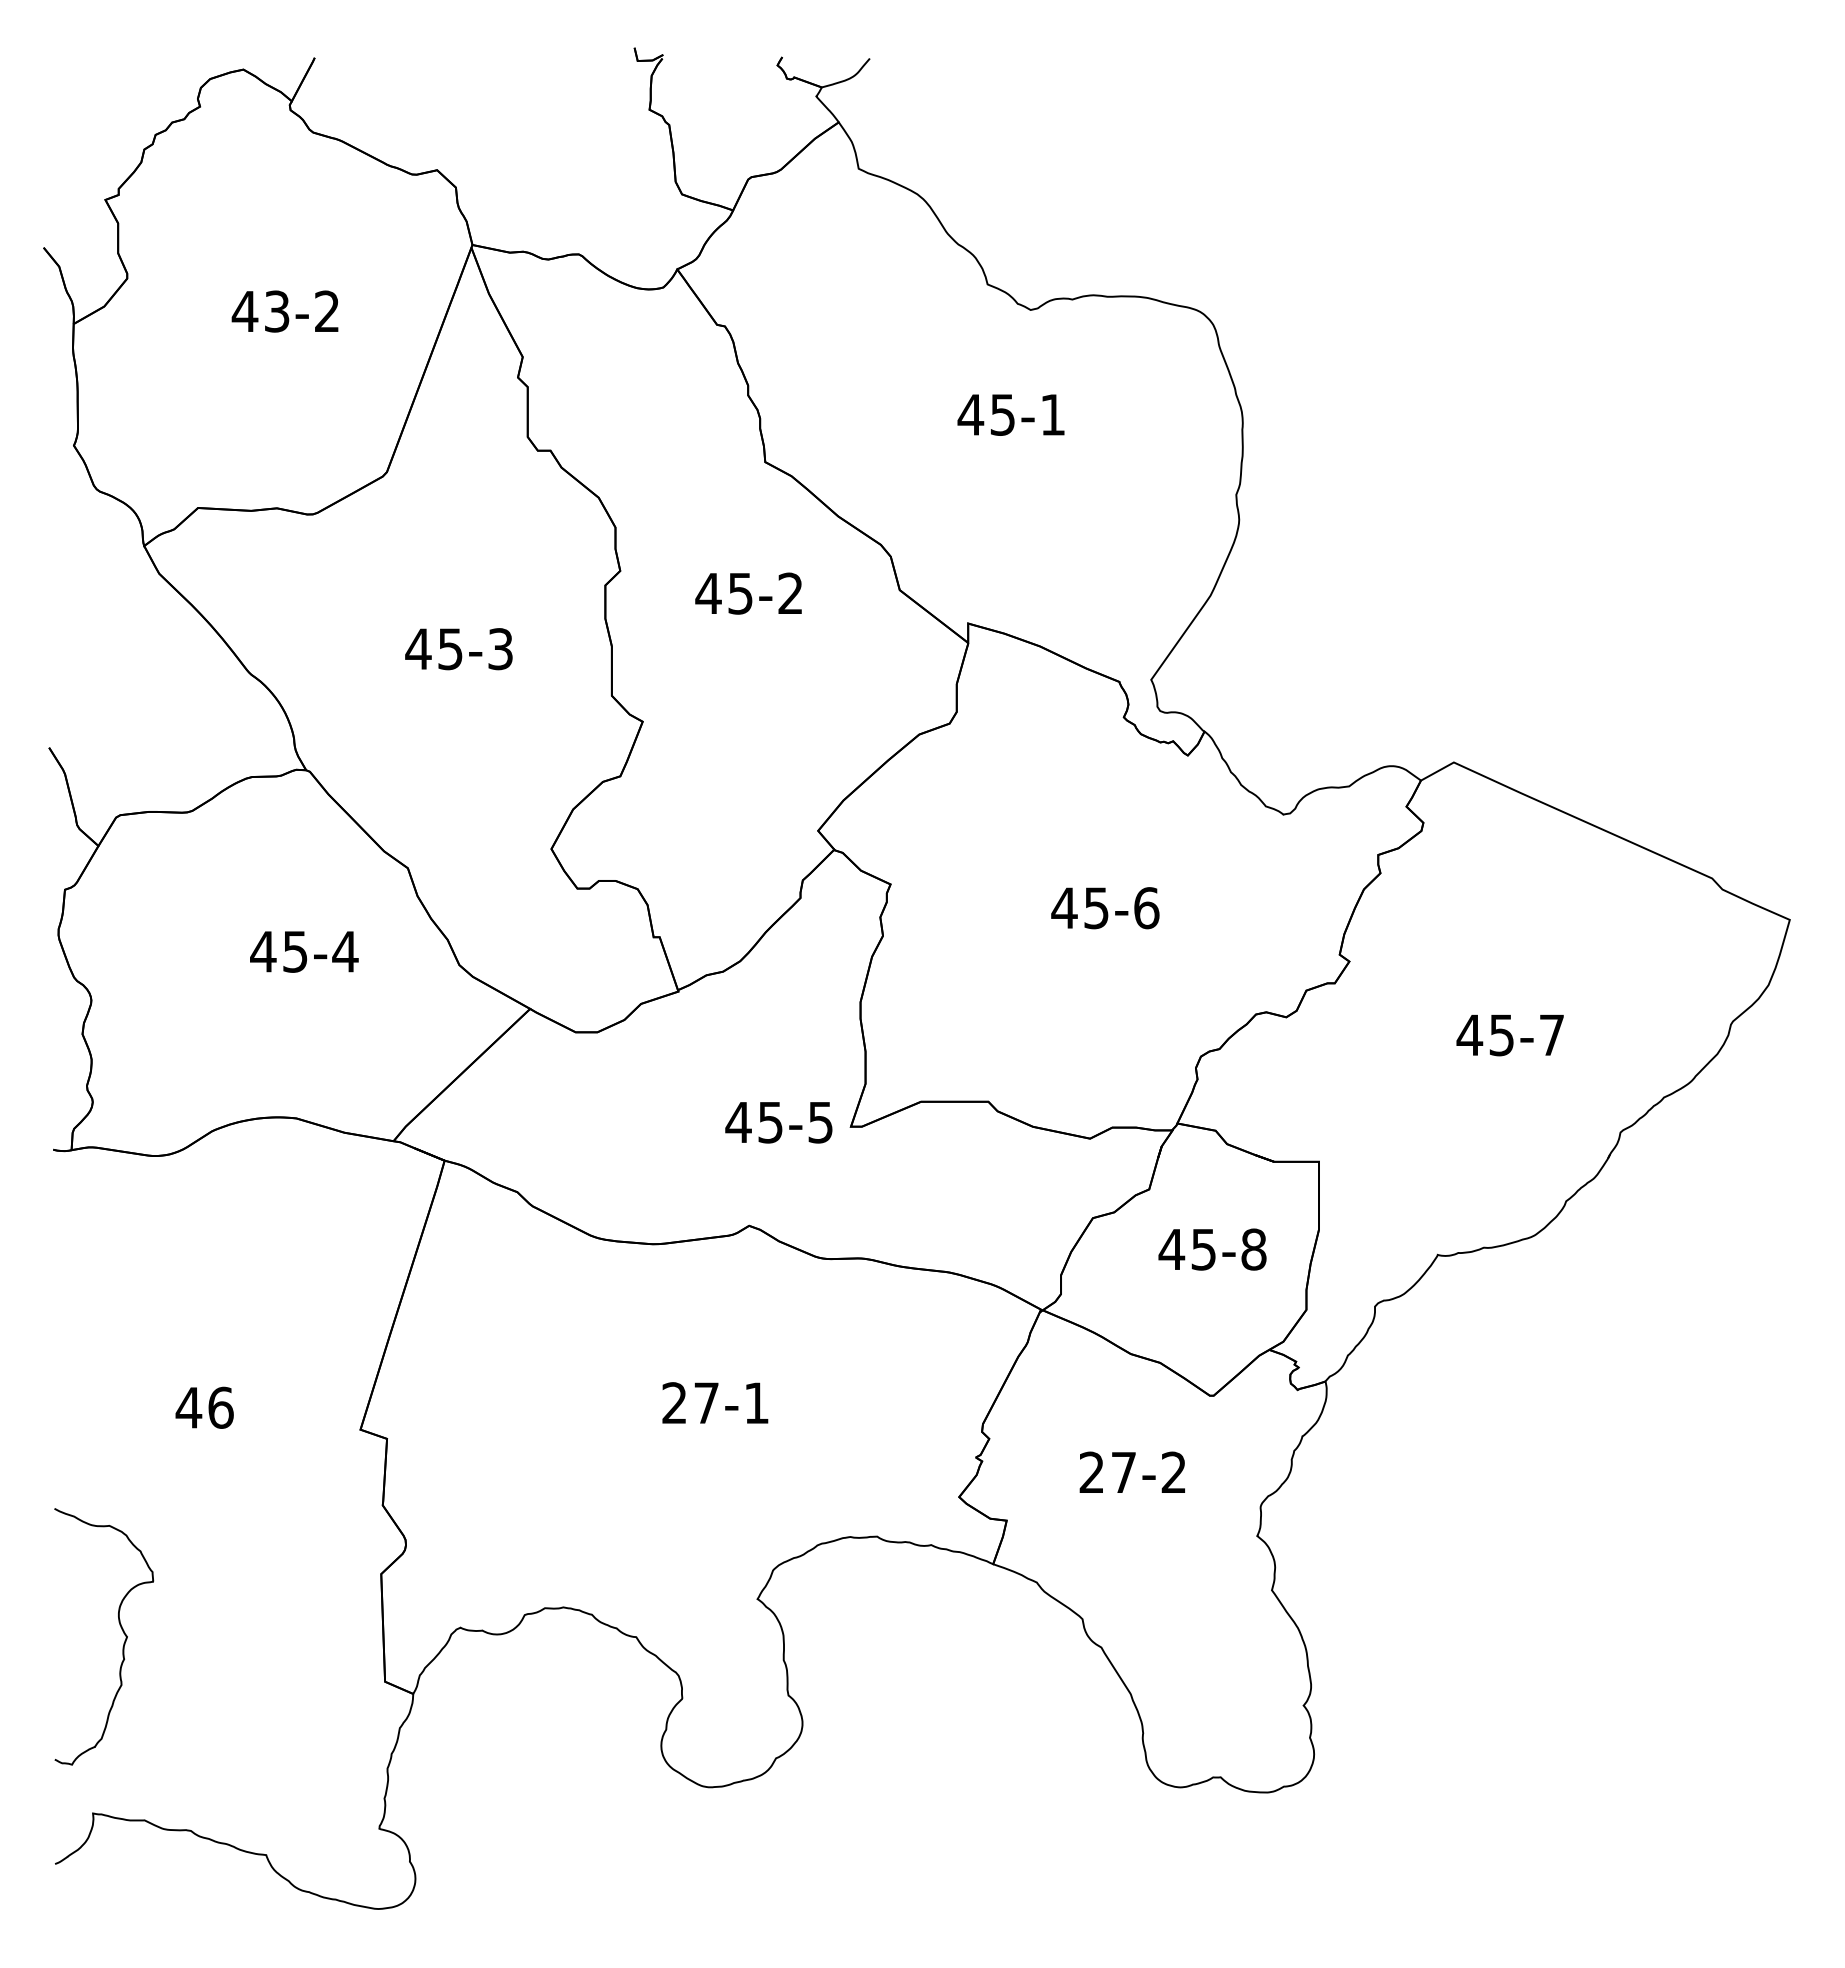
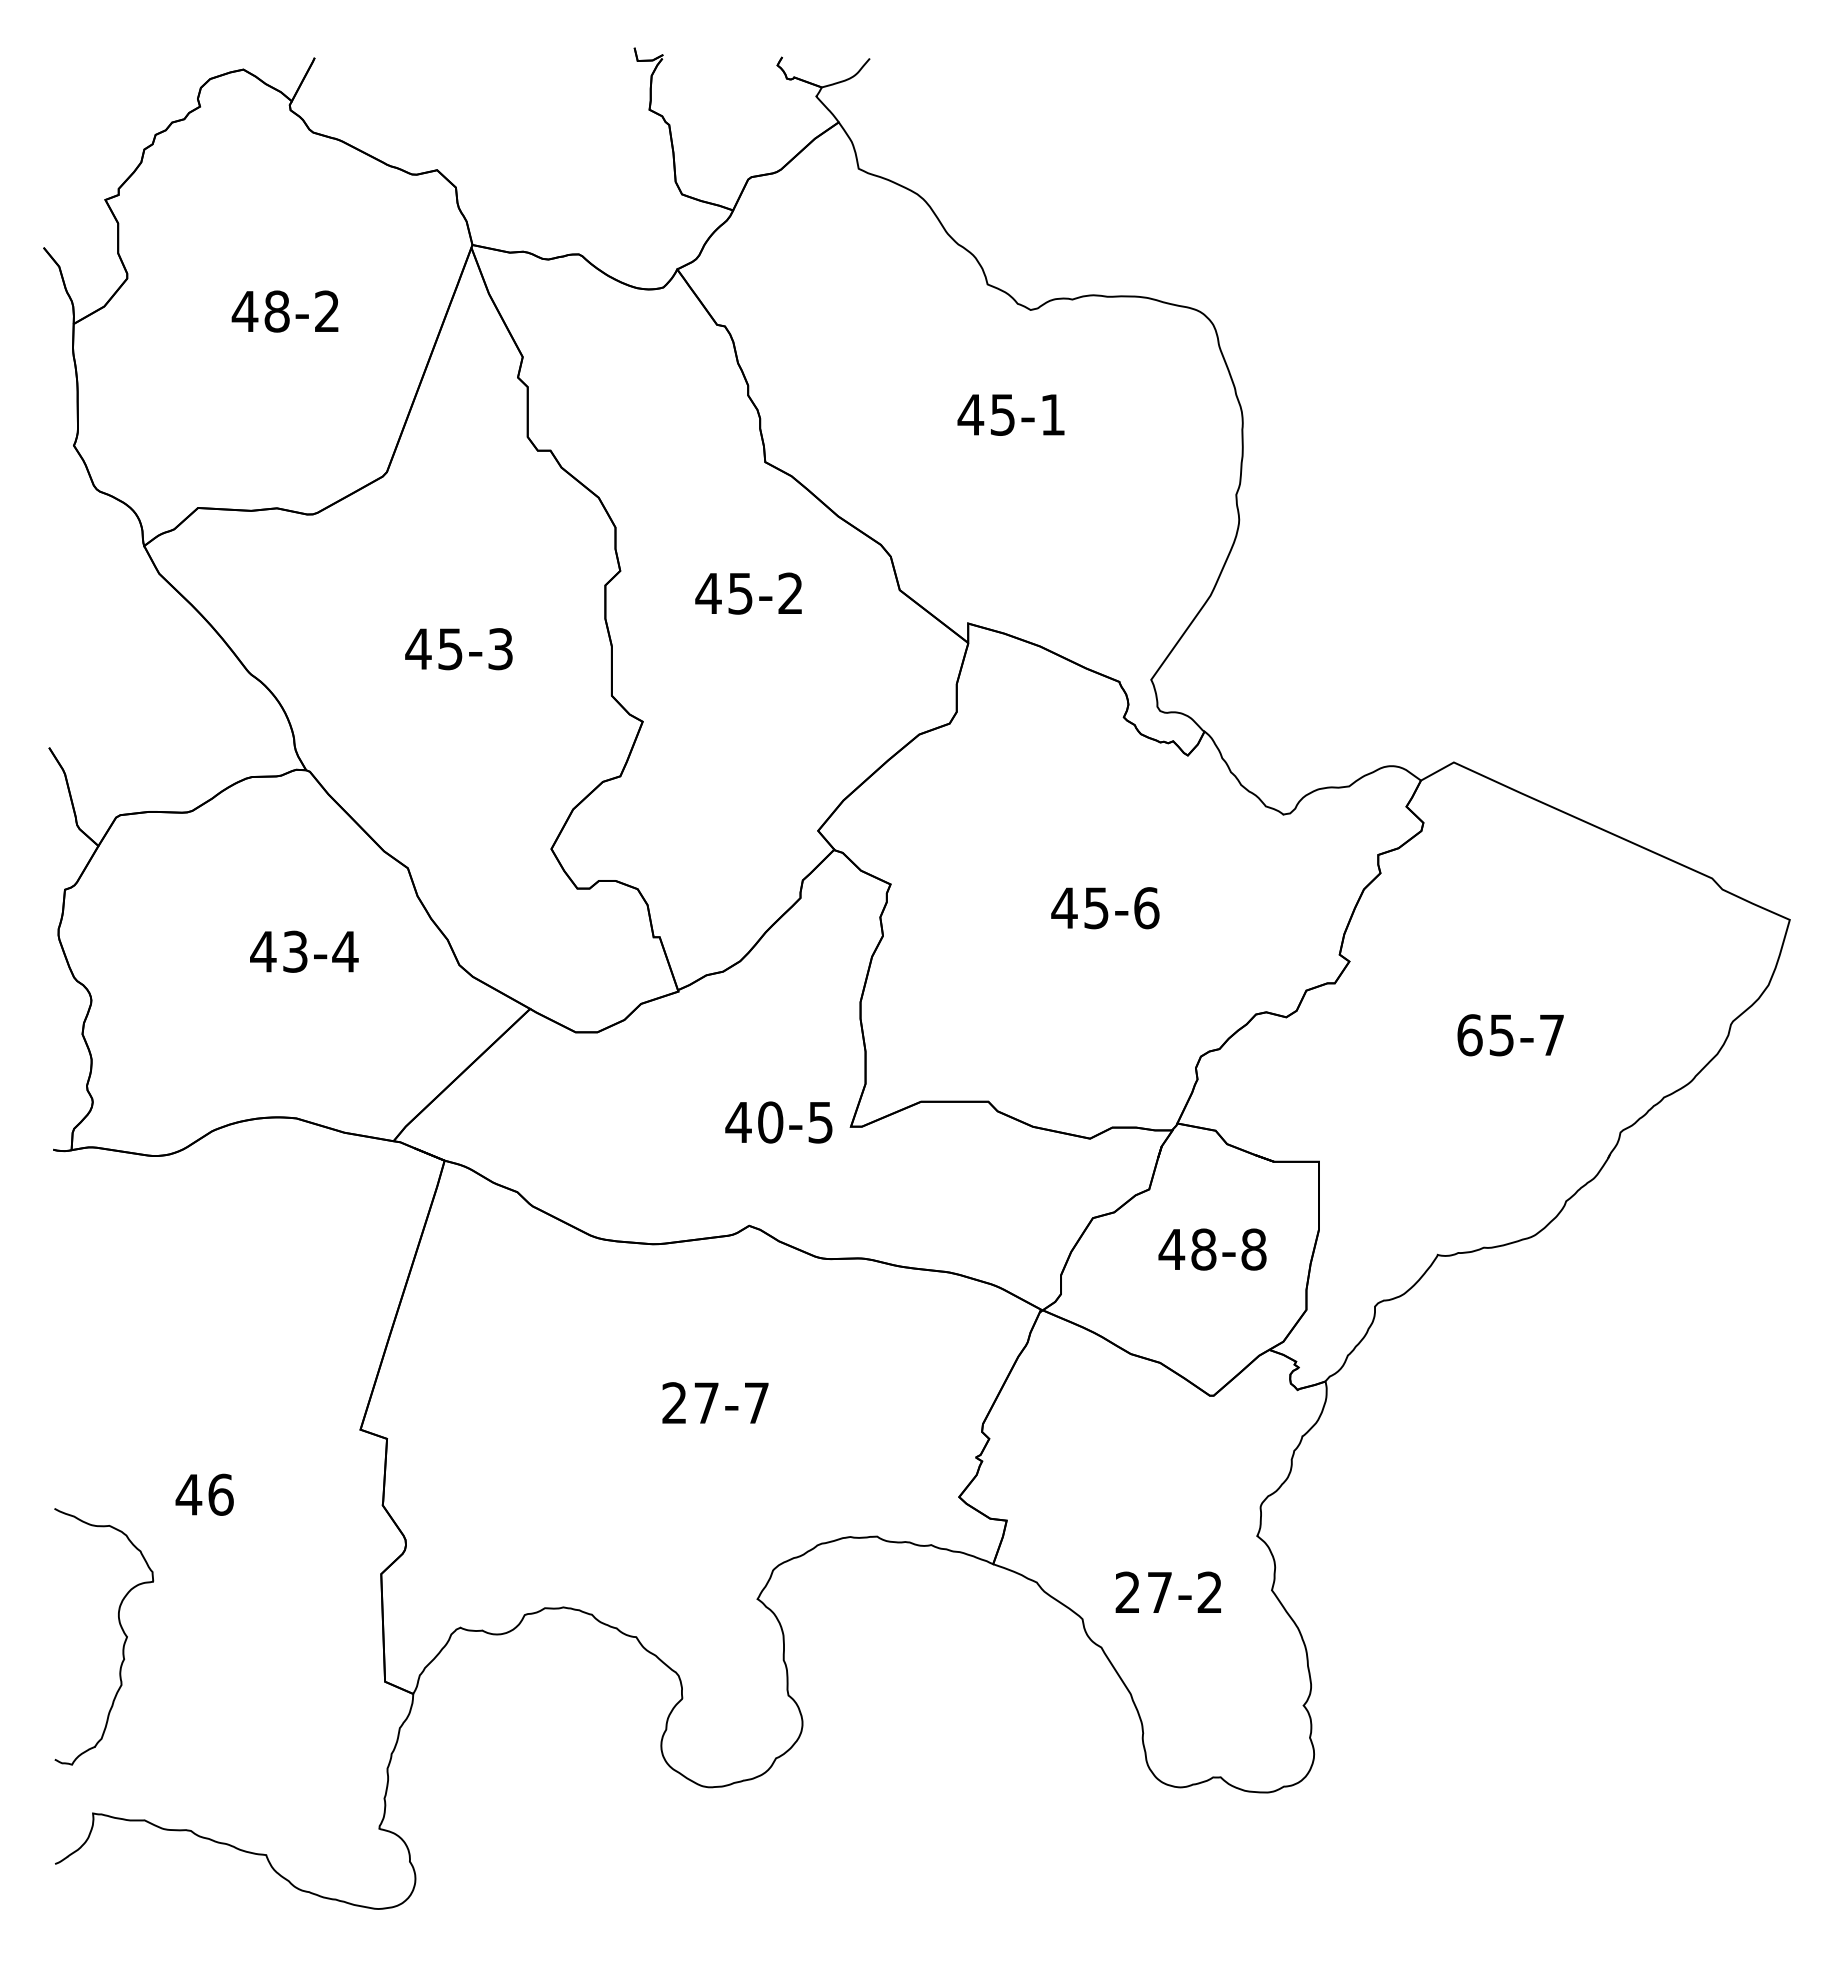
text at (276, 311): 43-2 -> 48-2
text at (295, 951): 45-4 -> 43-4
text at (1469, 1035): 45-7 -> 65-7
text at (770, 1122): 45-5 -> 40-5
text at (1203, 1249): 45-8 -> 48-8
text at (756, 1402): 27-1 -> 27-7
text at (204, 1407) position: (204, 1407) -> (204, 1494)
text at (1131, 1471) position: (1131, 1471) -> (1167, 1591)
